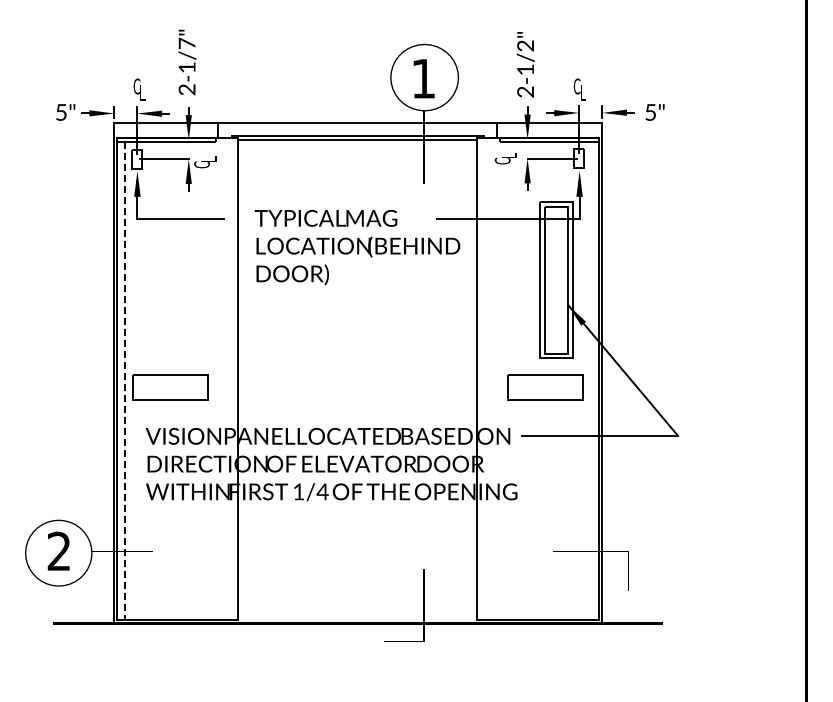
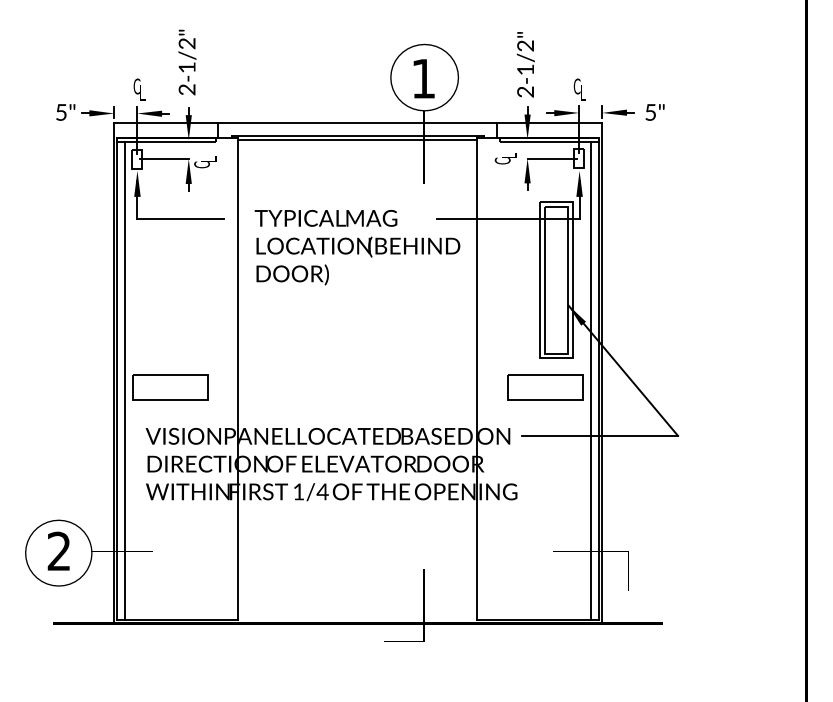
text at (186, 43): 2-1/7" -> 2-1/2"
line at (591, 380): none -> present
line at (125, 381): dashed -> solid
